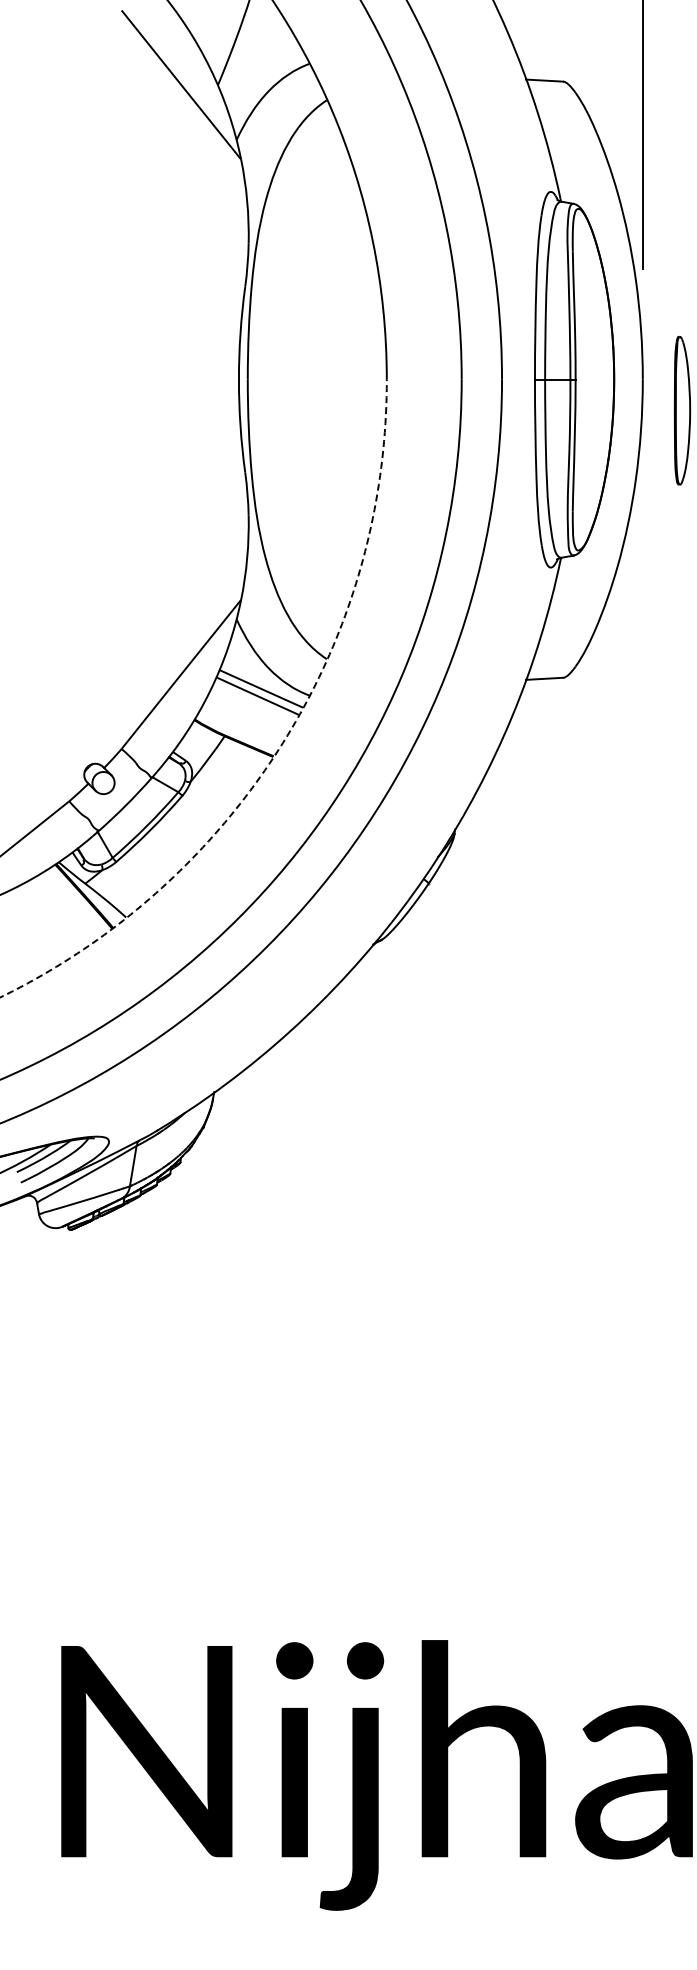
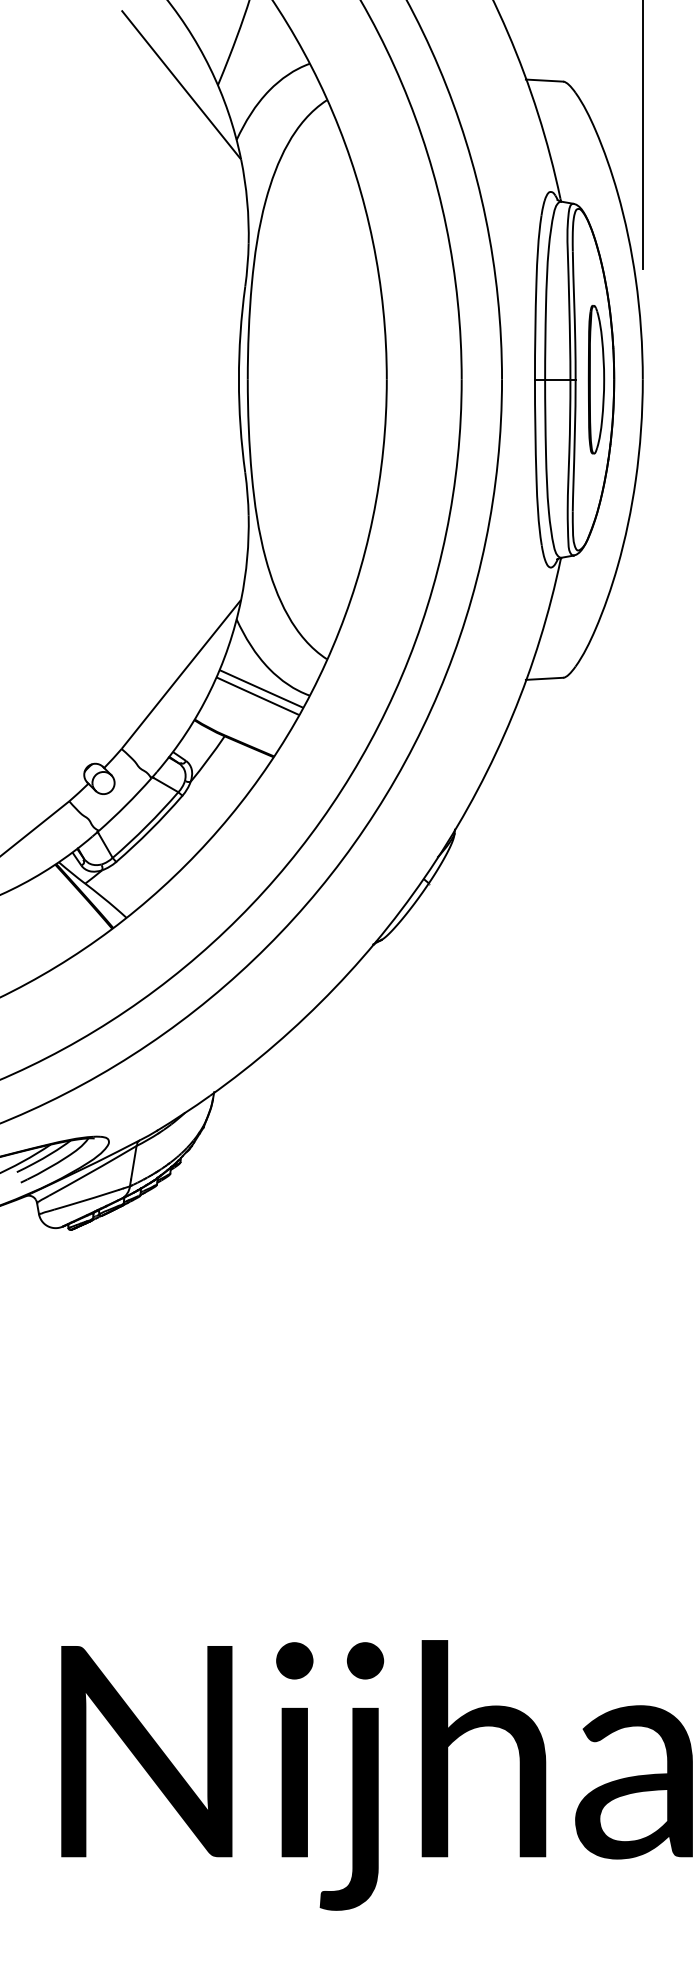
part at (682, 410) position: (682, 410) -> (596, 379)
arc at (281, 744): dashed -> solid
